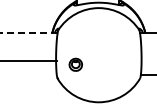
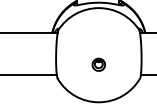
line at (28, 32): dashed -> solid
line at (29, 60) position: (29, 60) -> (29, 74)
part at (75, 64) position: (75, 64) -> (98, 64)
